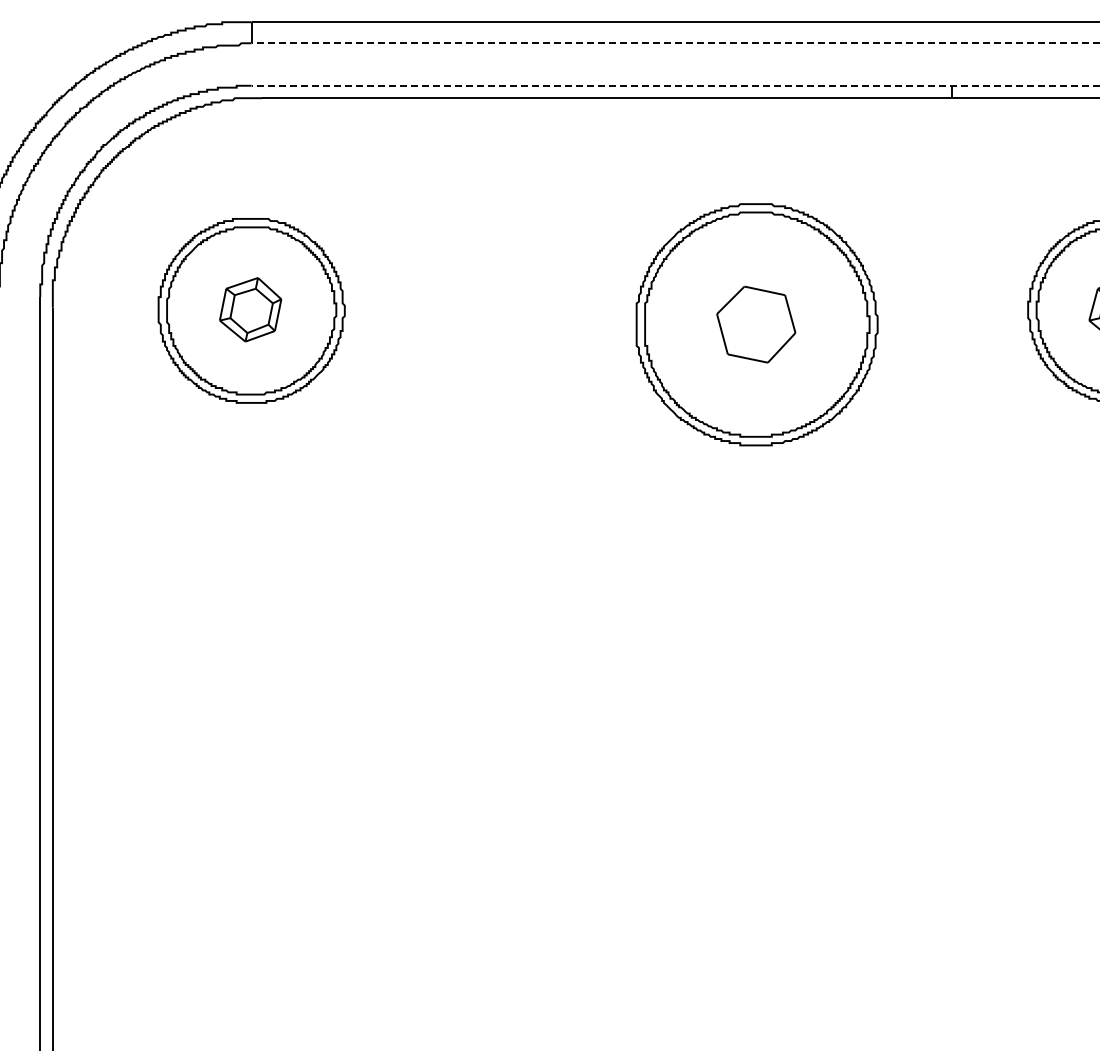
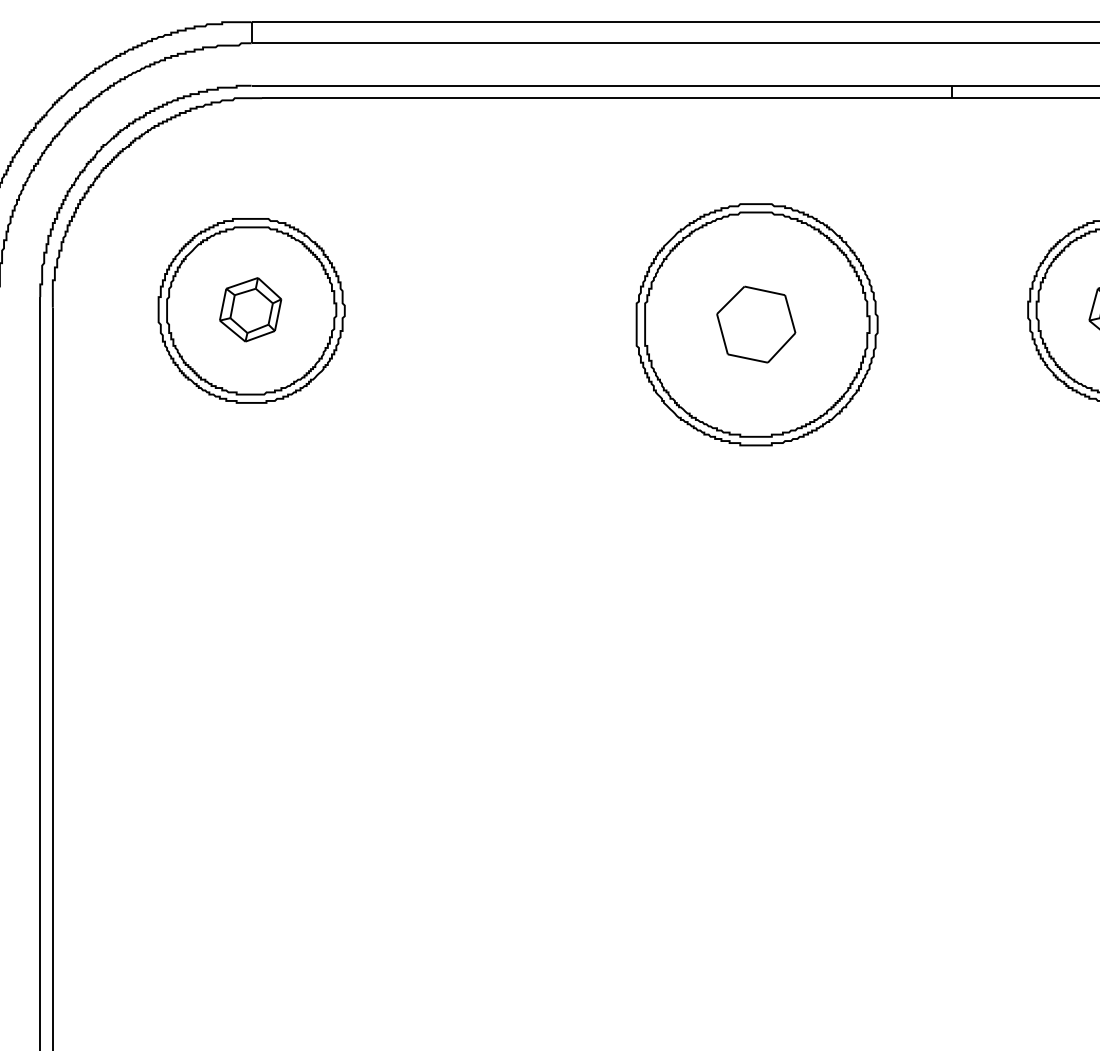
line at (675, 43): dashed -> solid
line at (675, 85): dashed -> solid
